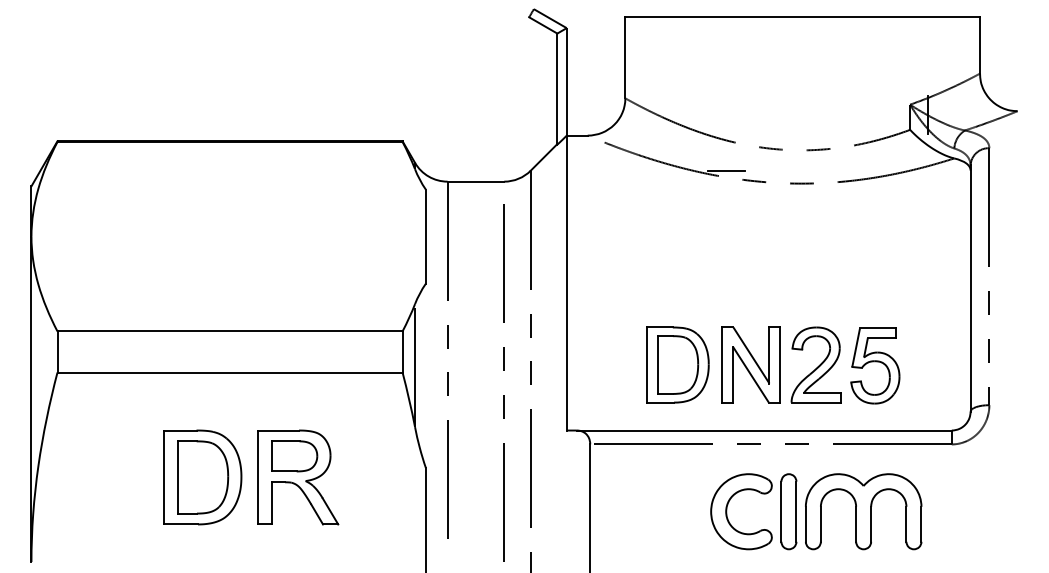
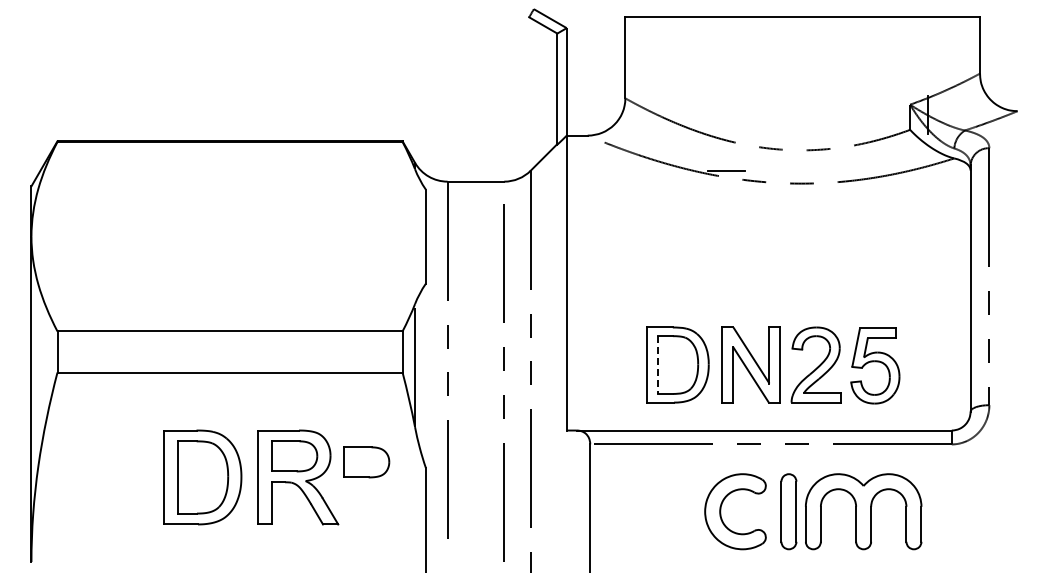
line at (657, 365): solid -> dashed
part at (366, 462): none -> present
part at (727, 511) position: (727, 511) -> (721, 511)
